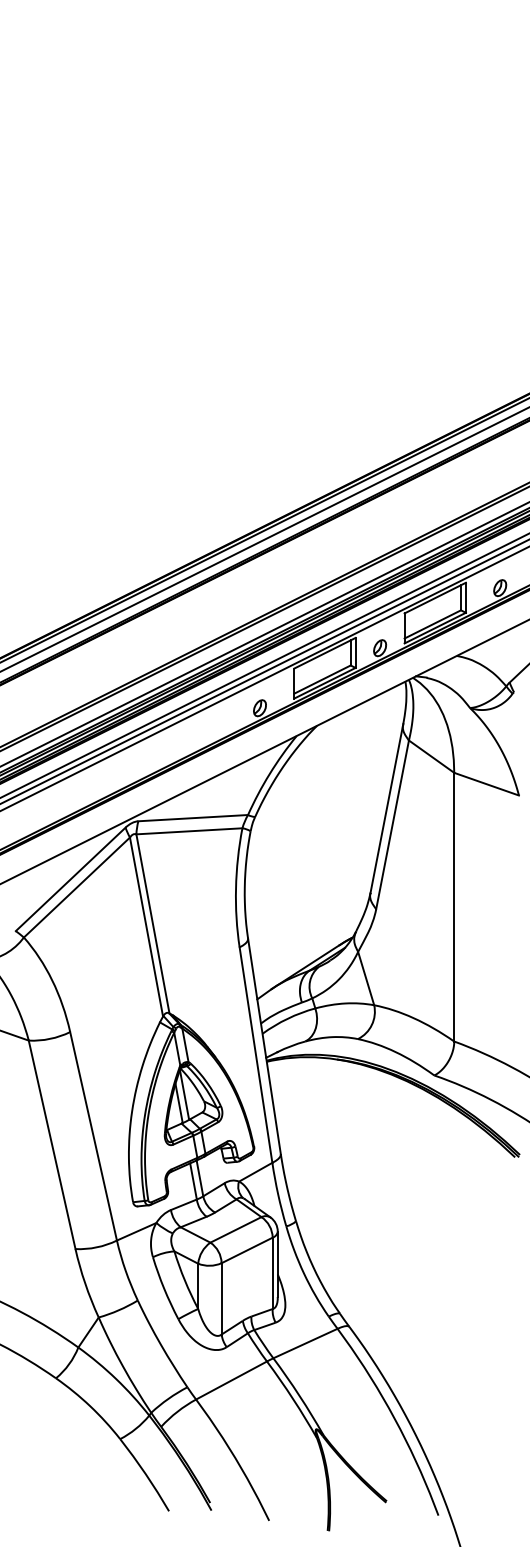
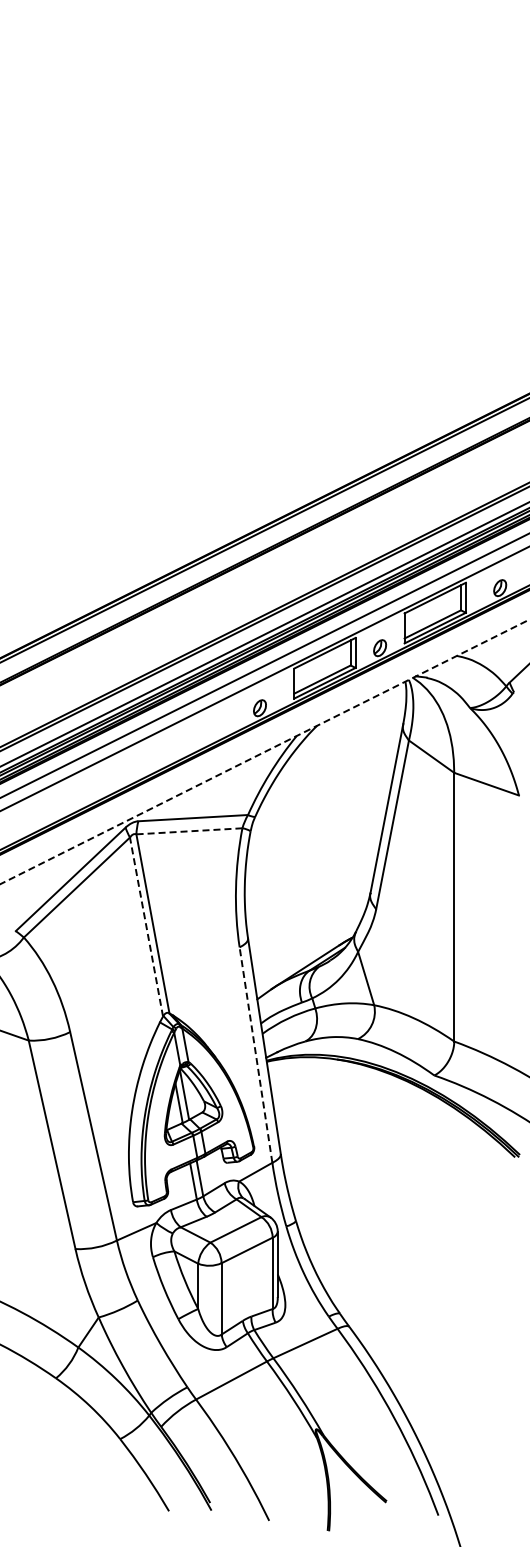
line at (264, 539): present -> none
line at (264, 672): present -> none
line at (264, 751): solid -> dashed
line at (188, 831): solid -> dashed
line at (146, 926): solid -> dashed
line at (256, 1055): solid -> dashed
